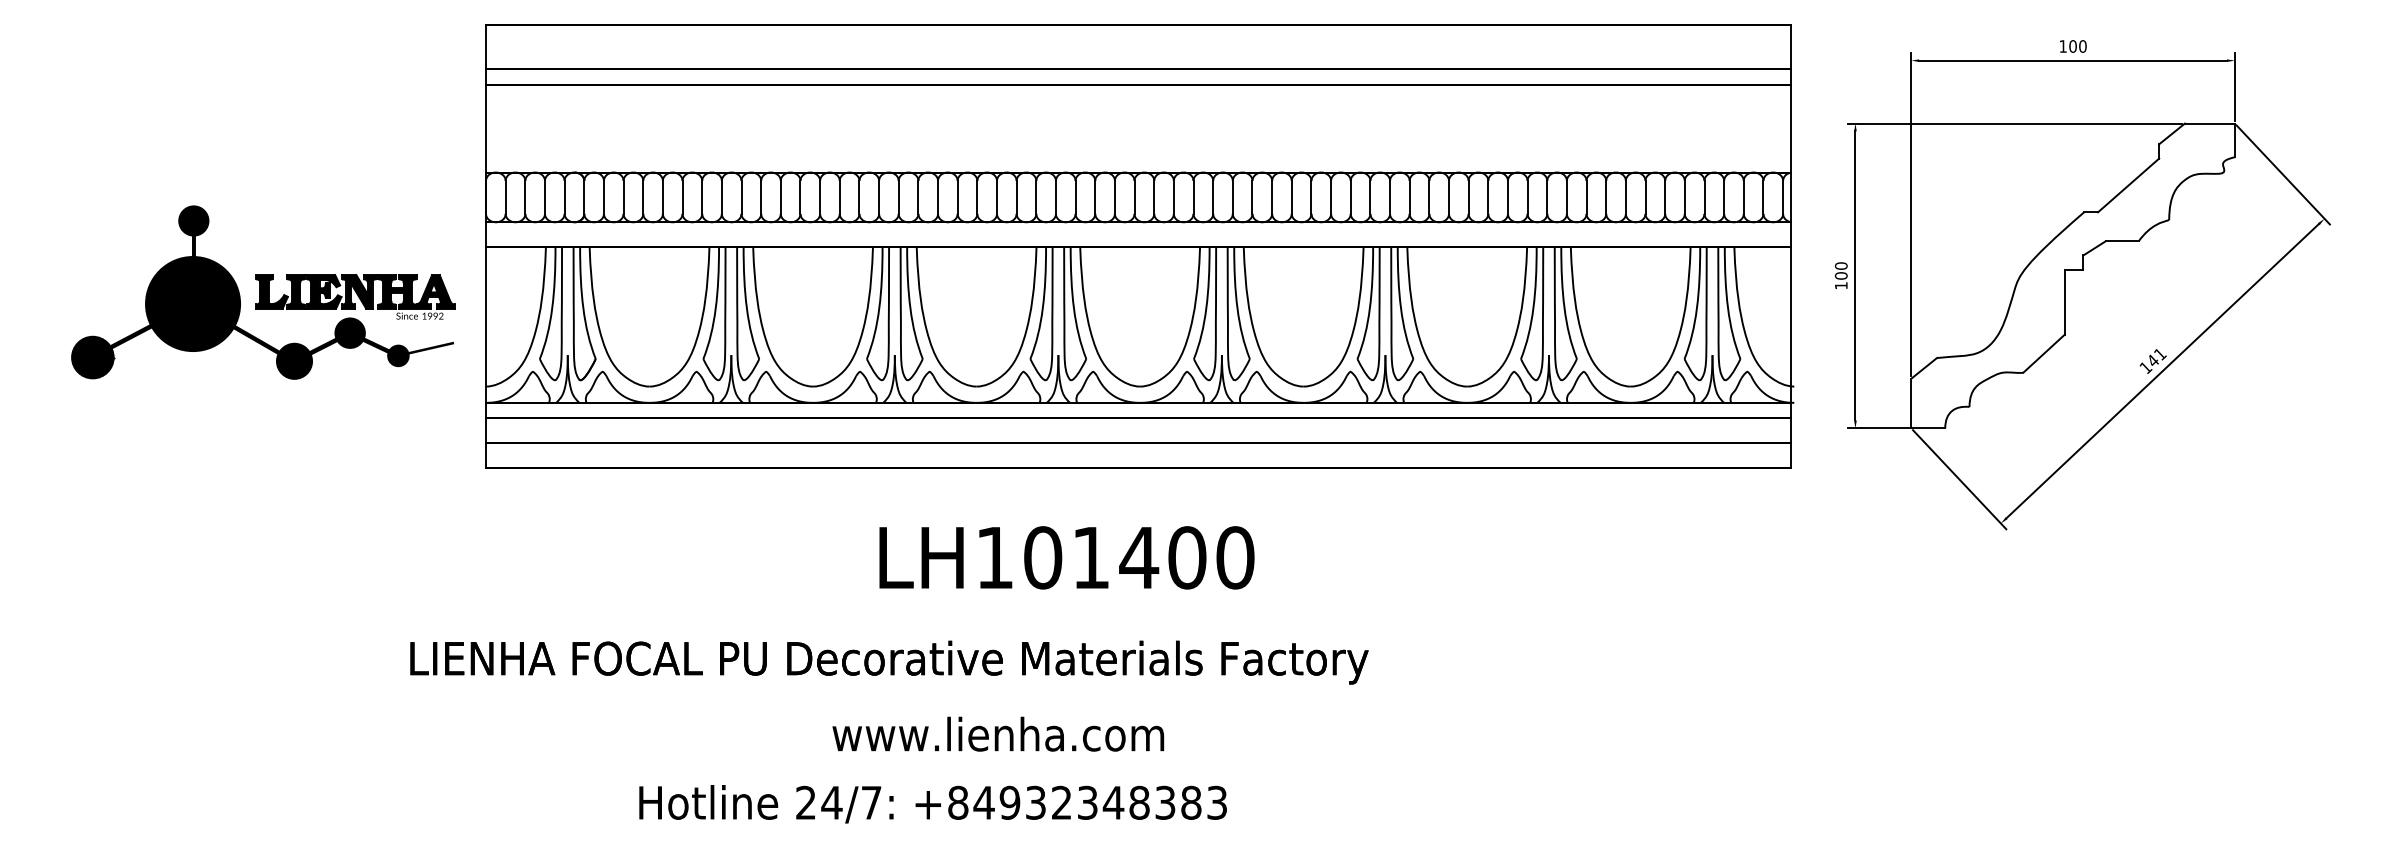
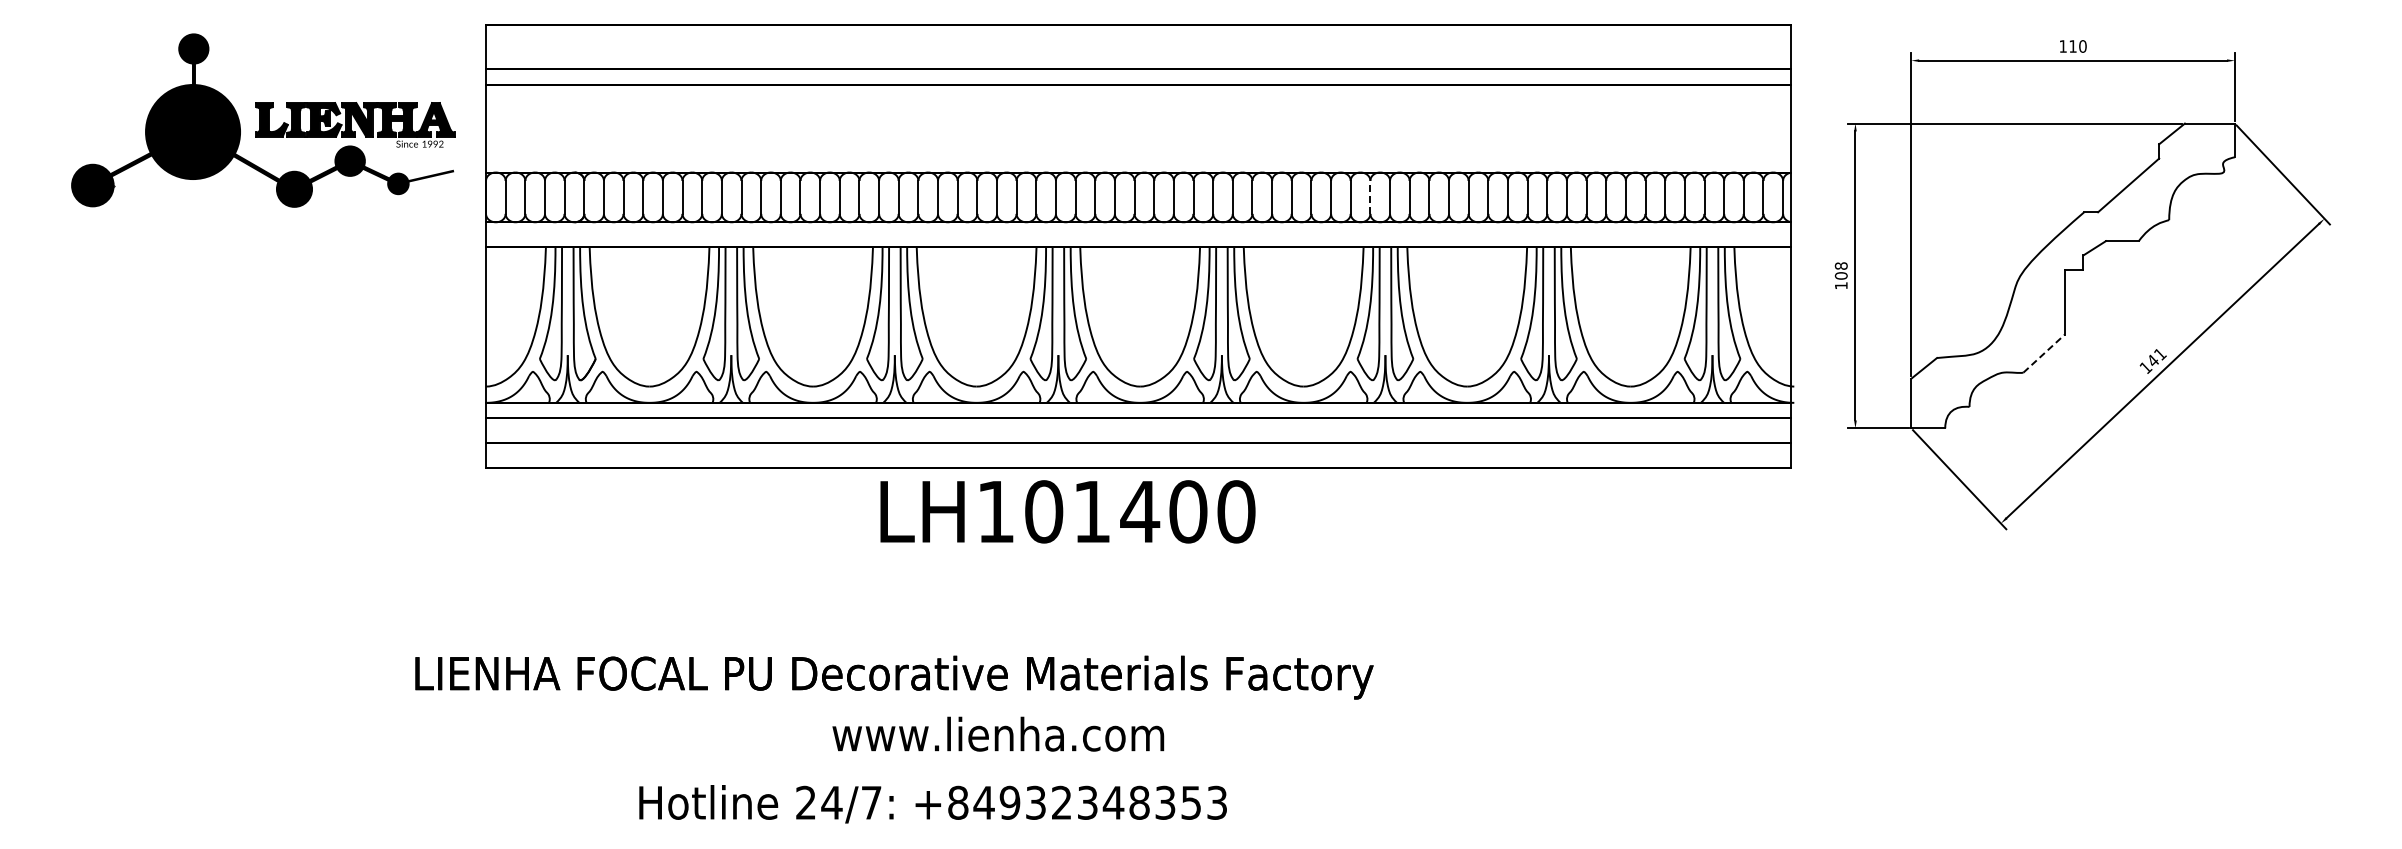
text at (2072, 46): 100 -> 110
line at (1370, 196): solid -> dashed
text at (1841, 265): 100 -> 108
part at (263, 292) position: (263, 292) -> (263, 120)
line at (2044, 353): solid -> dashed
text at (1066, 557) position: (1066, 557) -> (1067, 511)
text at (889, 662) position: (889, 662) -> (894, 677)
text at (1191, 802): +84932348383 -> +84932348353
